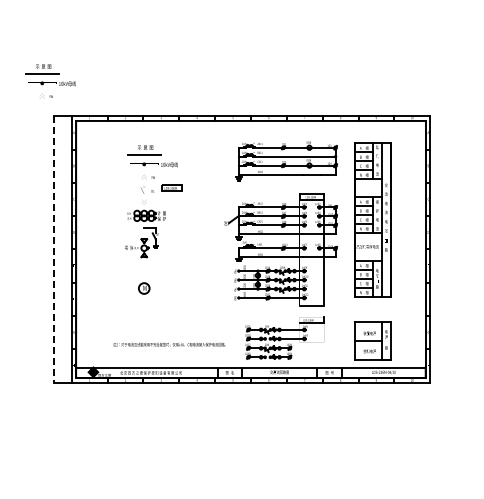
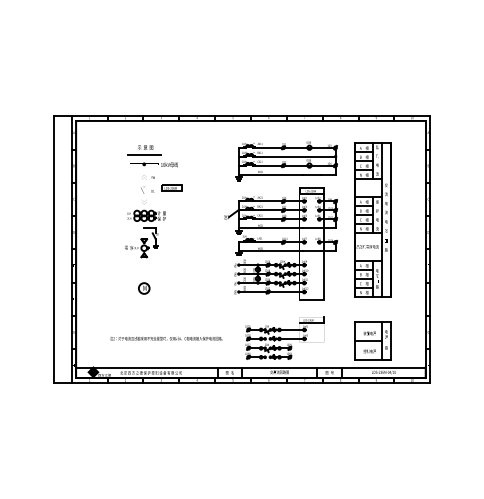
part at (50, 81): present -> none
line at (53, 249): dashed -> solid
part at (280, 249) position: (280, 249) -> (280, 243)
text at (169, 344) position: (169, 344) -> (166, 338)
